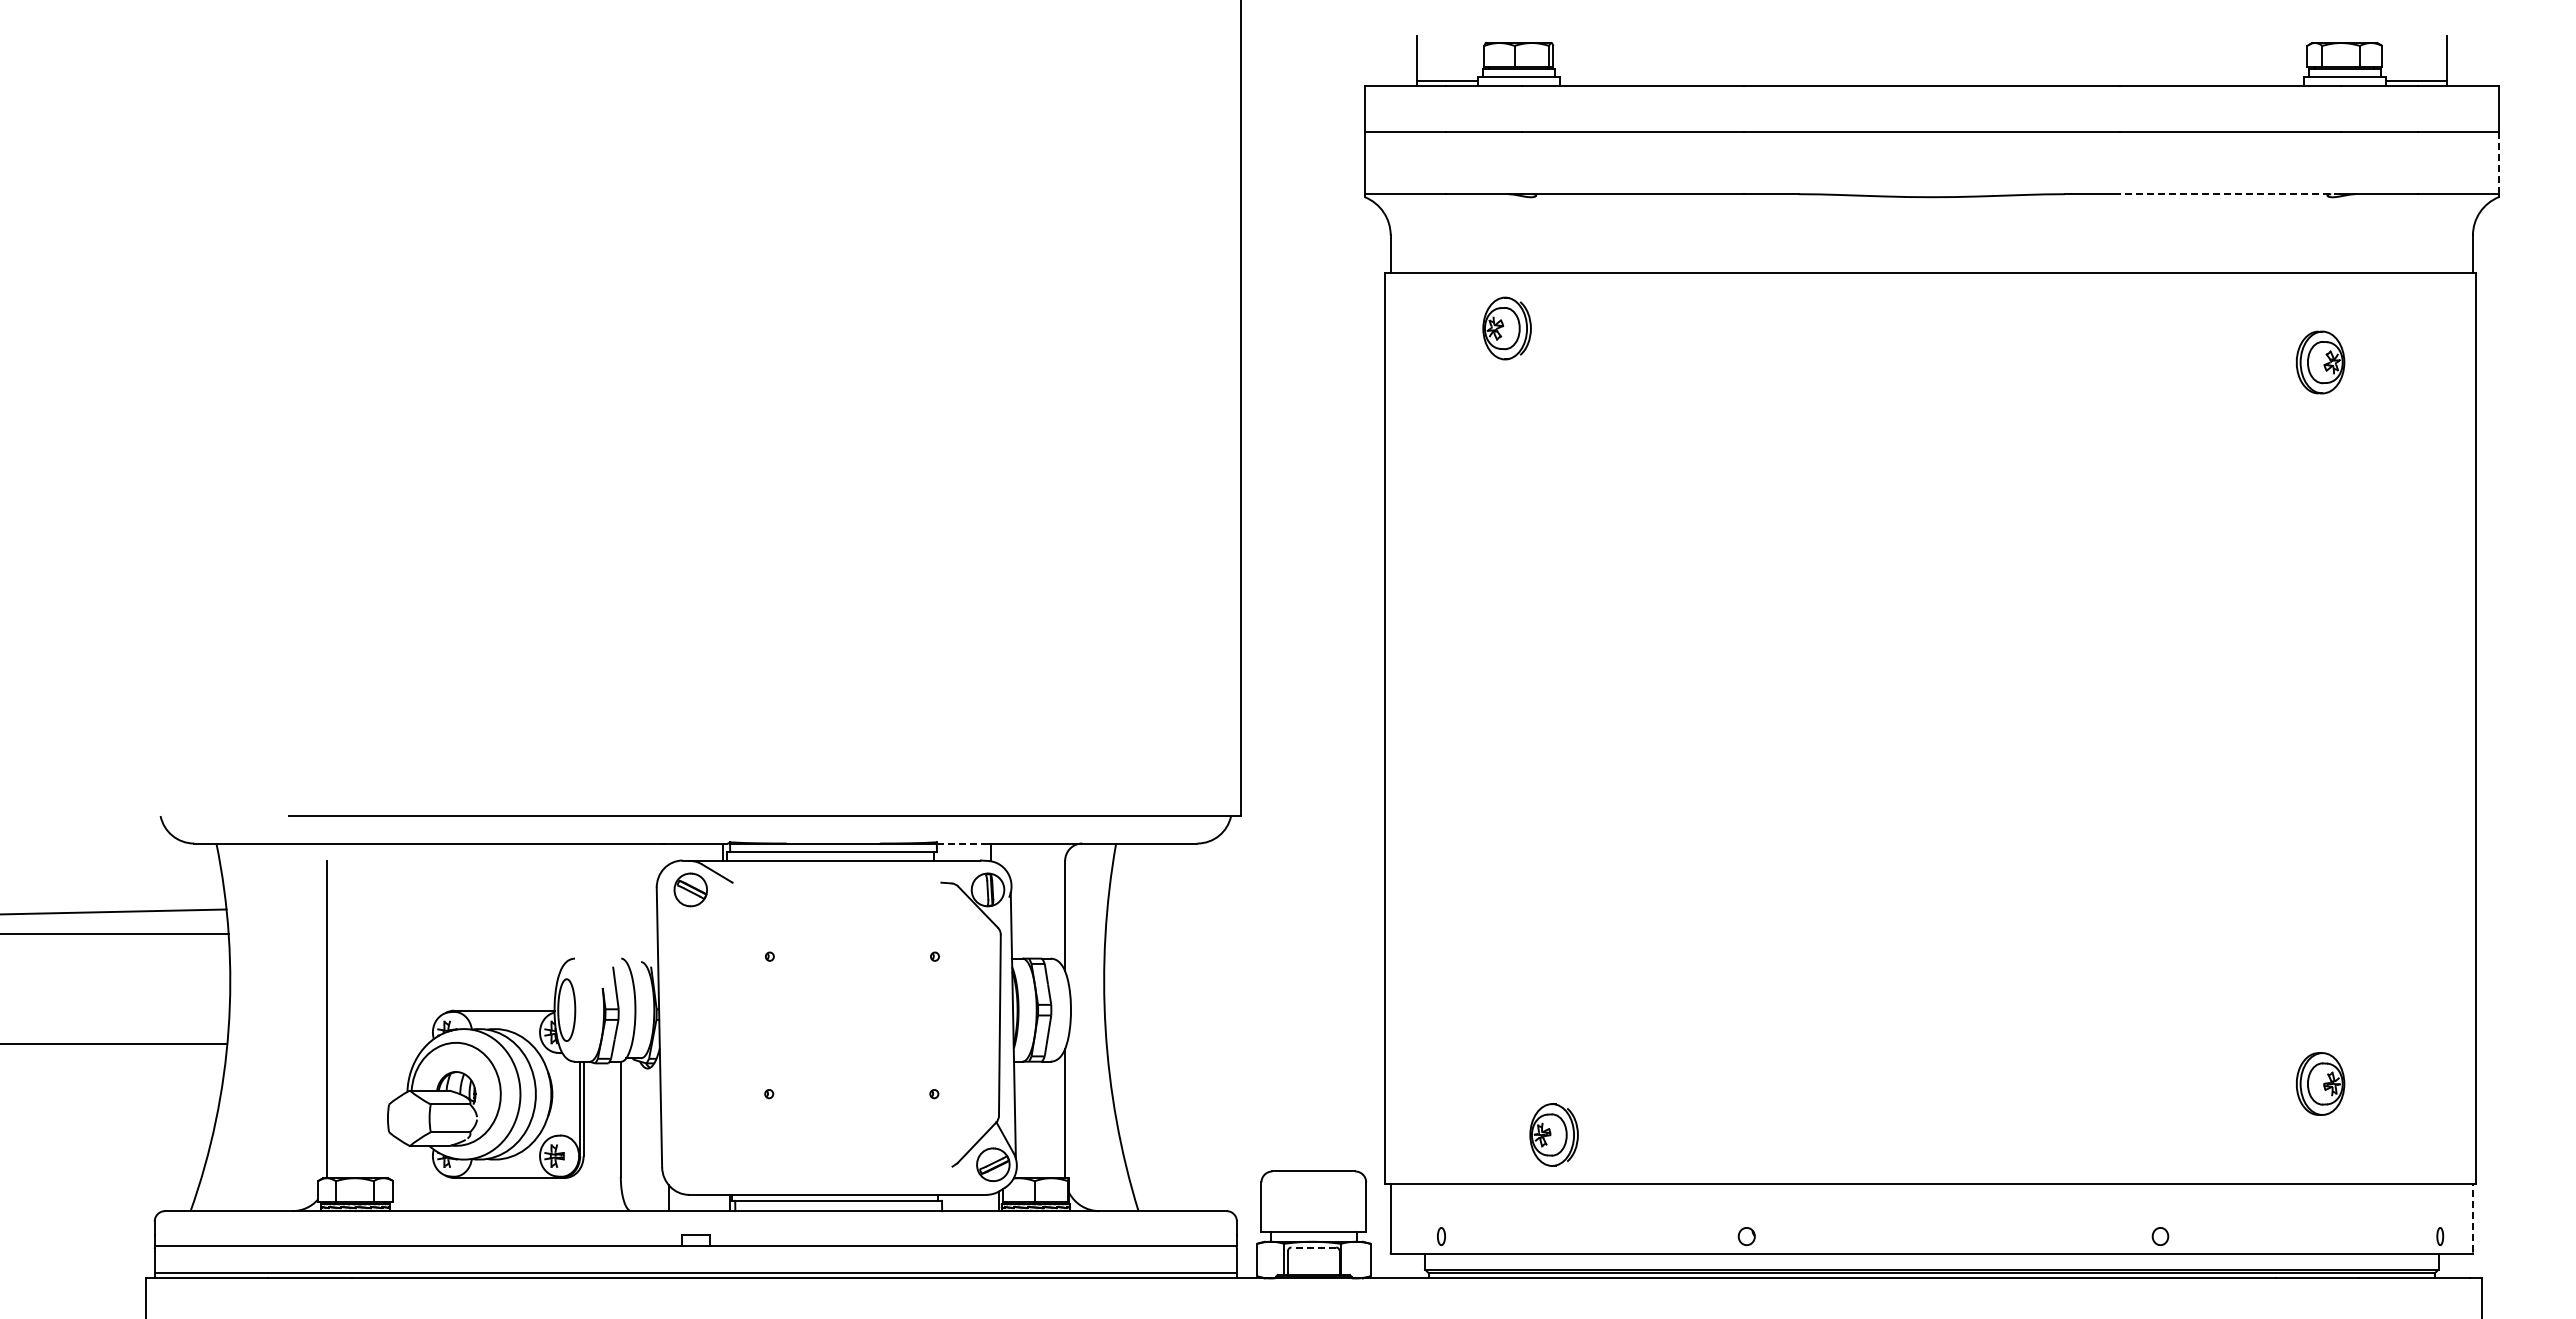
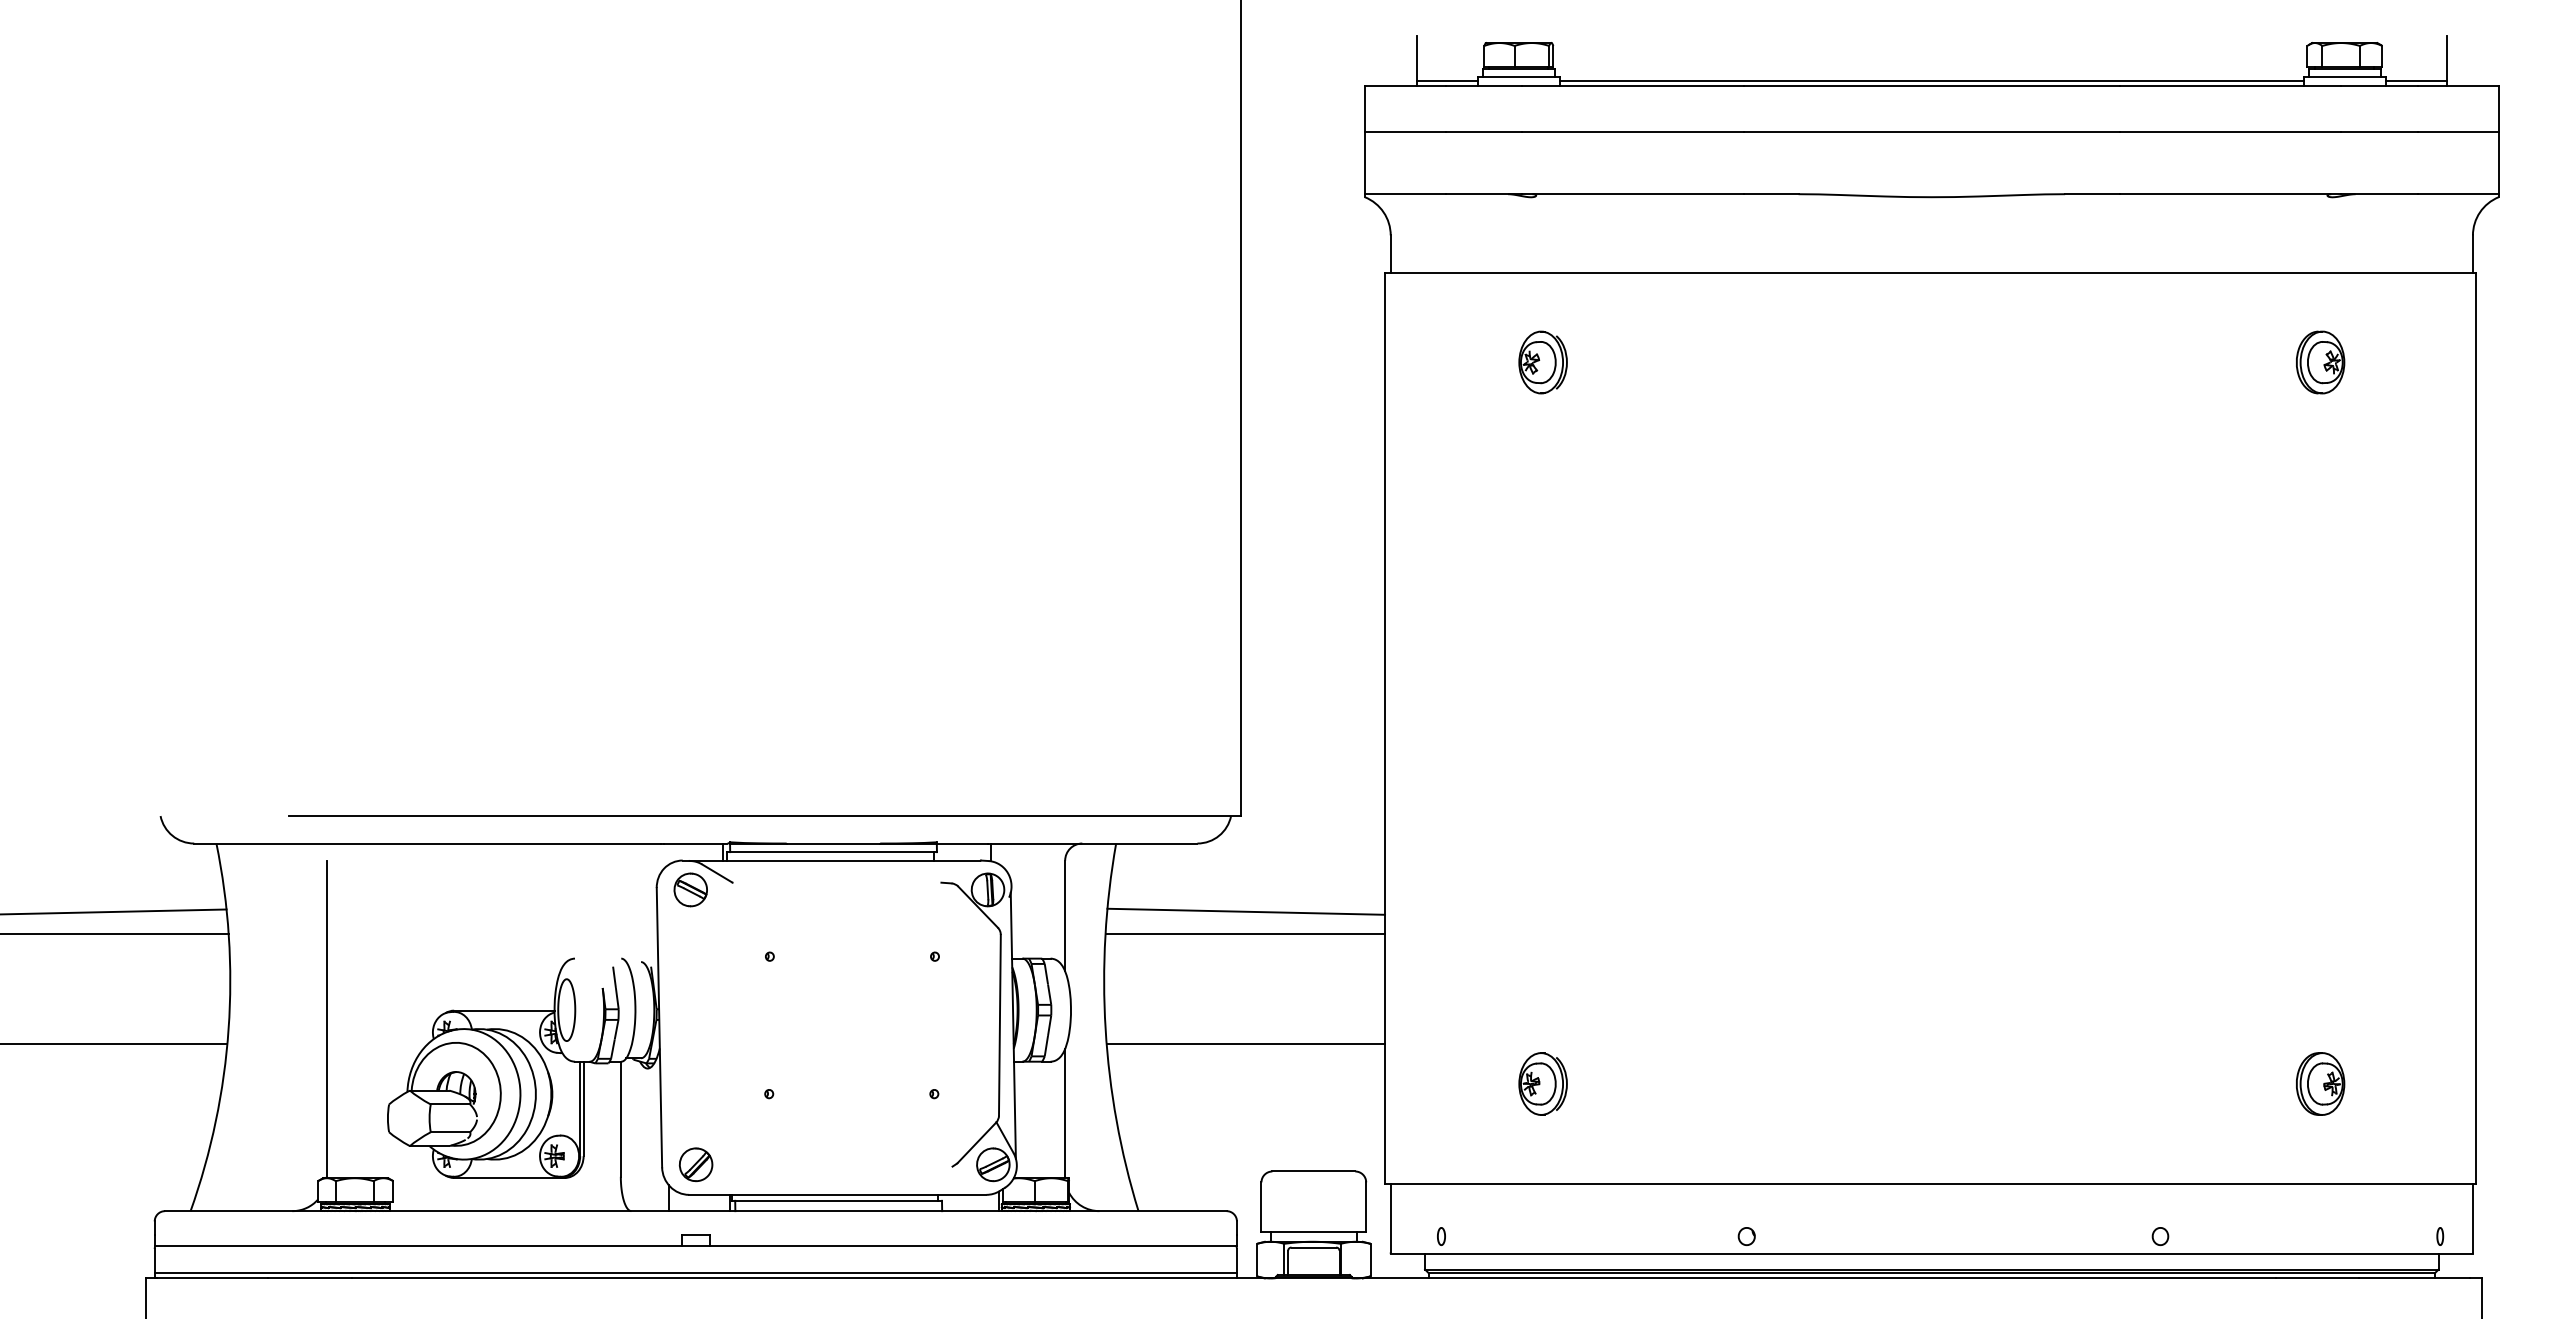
line at (1931, 80): none -> present
line at (2498, 163): dashed -> solid
line at (2230, 194): dashed -> solid
part at (1506, 328) position: (1506, 328) -> (1542, 362)
line at (962, 843): dashed -> solid
line at (1246, 911): none -> present
line at (1245, 933): none -> present
line at (1245, 1043): none -> present
part at (1553, 1134) position: (1553, 1134) -> (1542, 1083)
part at (695, 1164): none -> present
line at (2472, 1217): dashed -> solid
line at (1313, 1247): dashed -> solid
